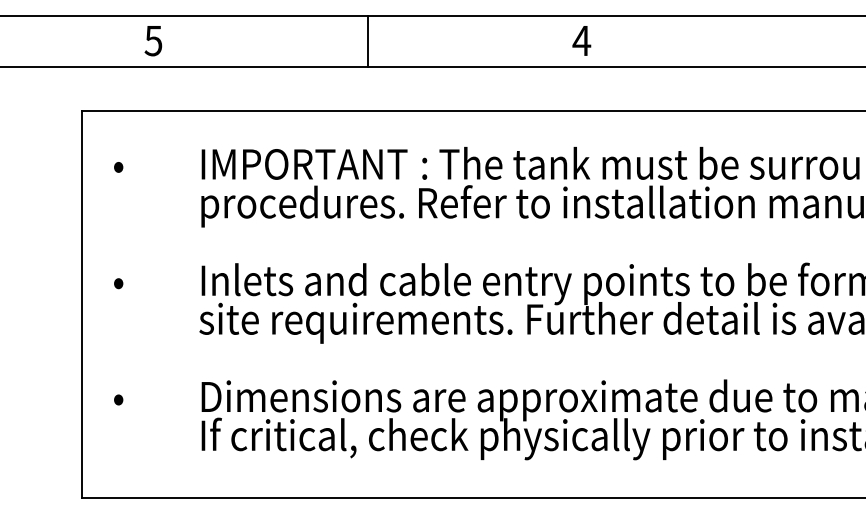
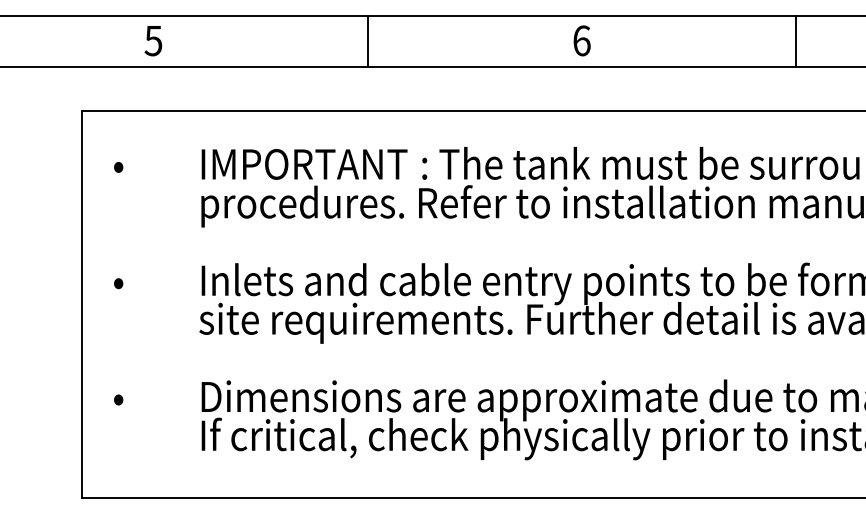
text at (581, 40): 4 -> 6
line at (796, 40): none -> present
